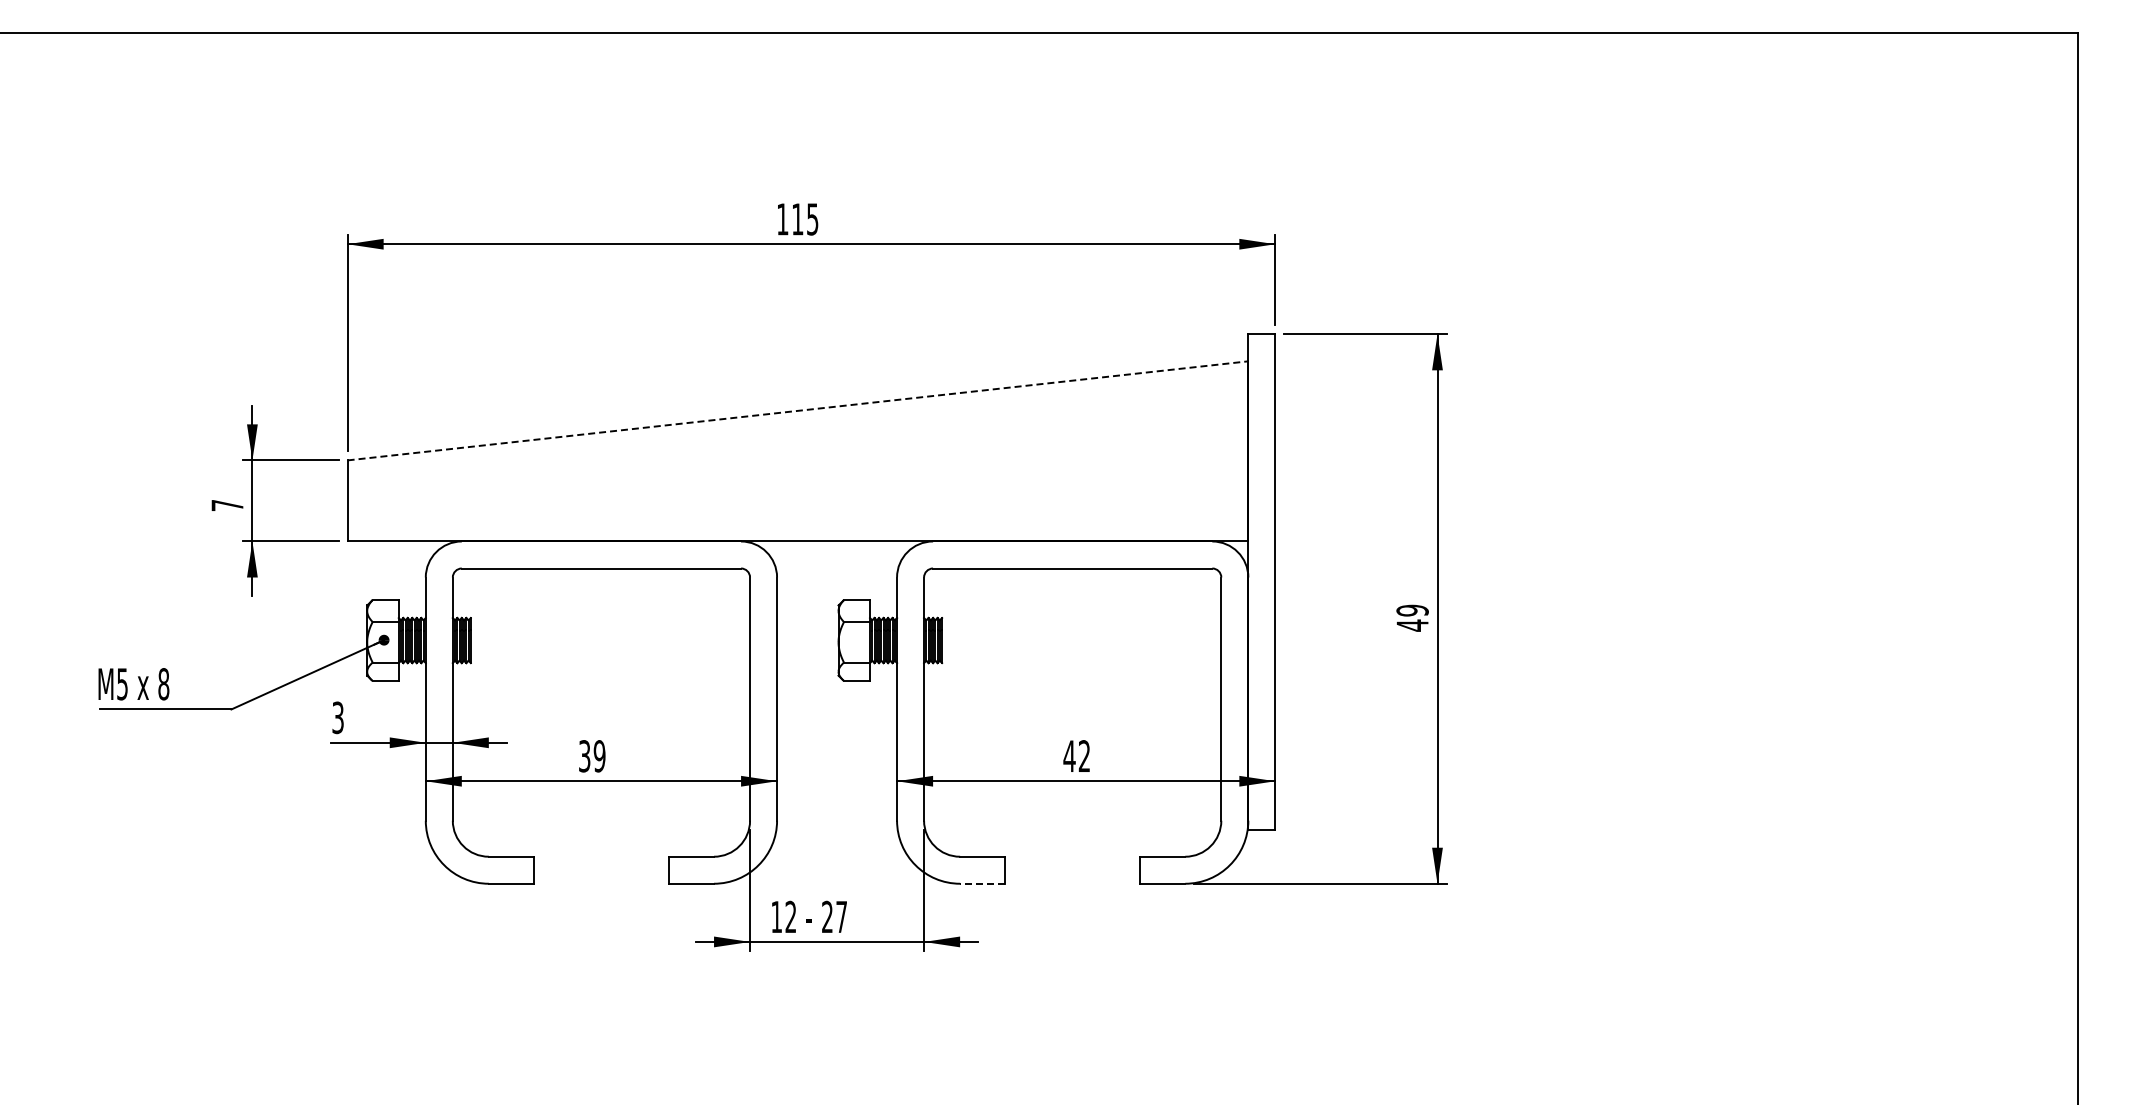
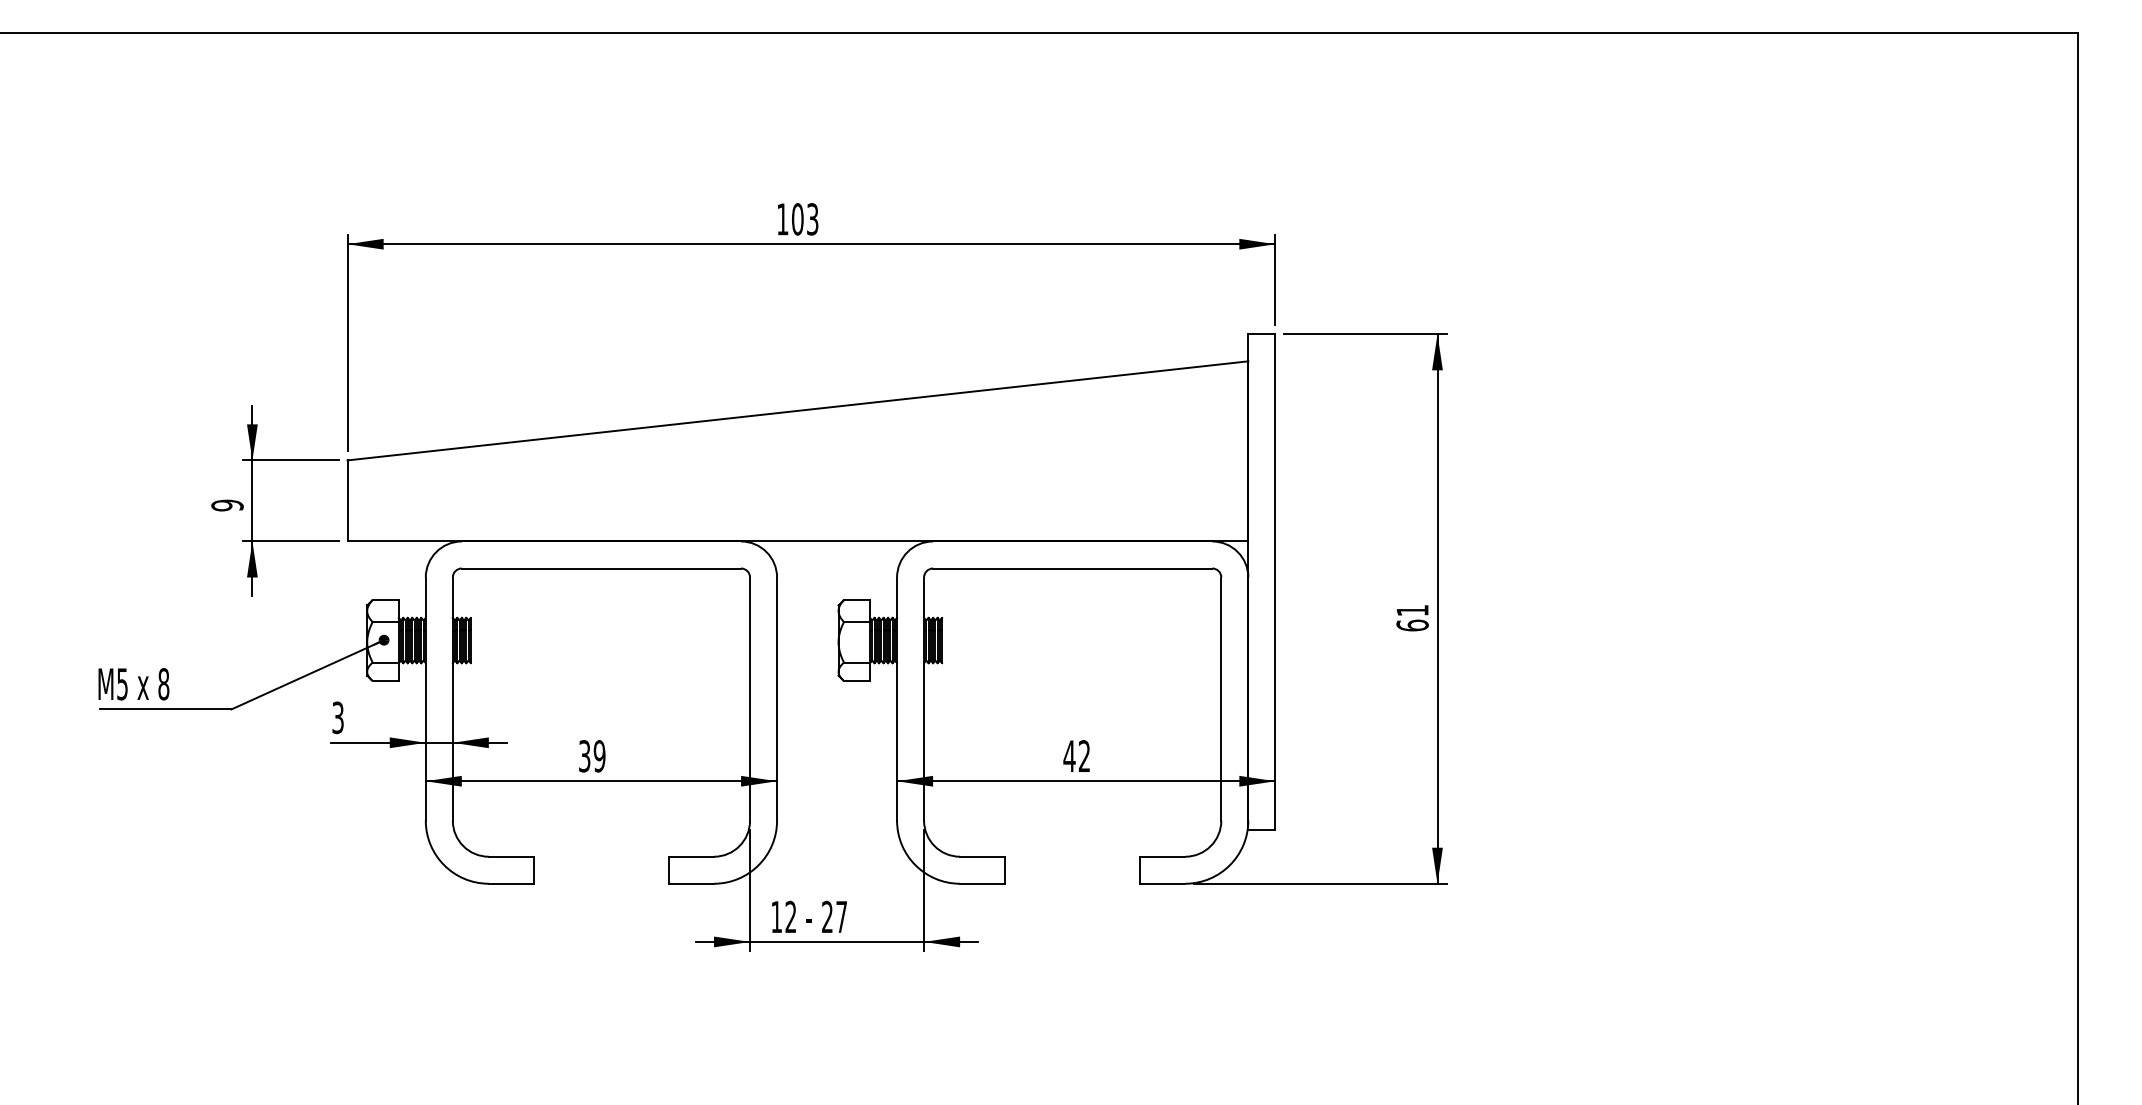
text at (805, 219): 115 -> 103
line at (798, 410): dashed -> solid
text at (227, 505): 7 -> 9
text at (1412, 617): 49 -> 61
line at (982, 883): dashed -> solid
